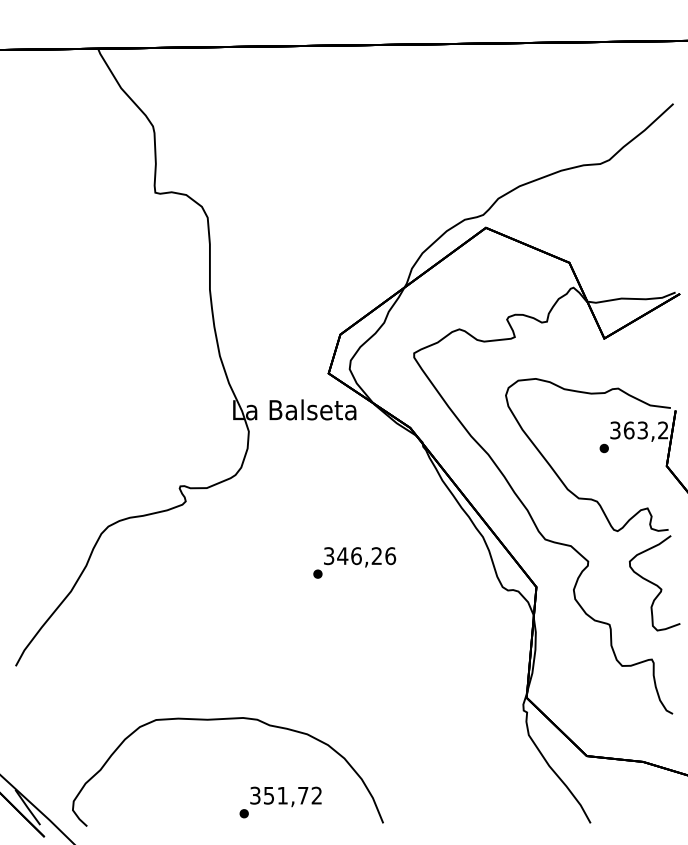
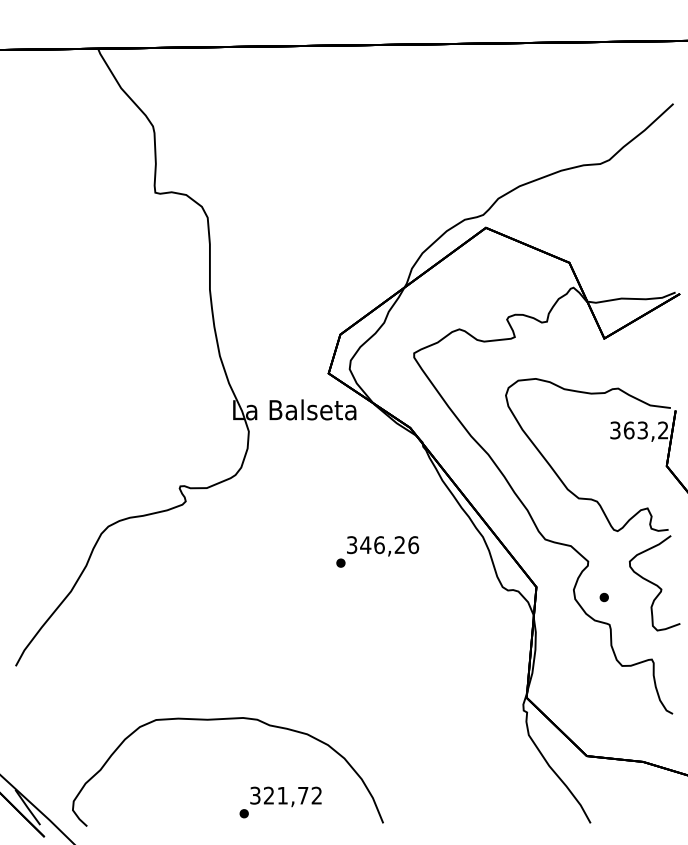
part at (603, 448) position: (603, 448) -> (603, 597)
text at (354, 562) position: (354, 562) -> (377, 551)
text at (268, 795): 351,72 -> 321,72
